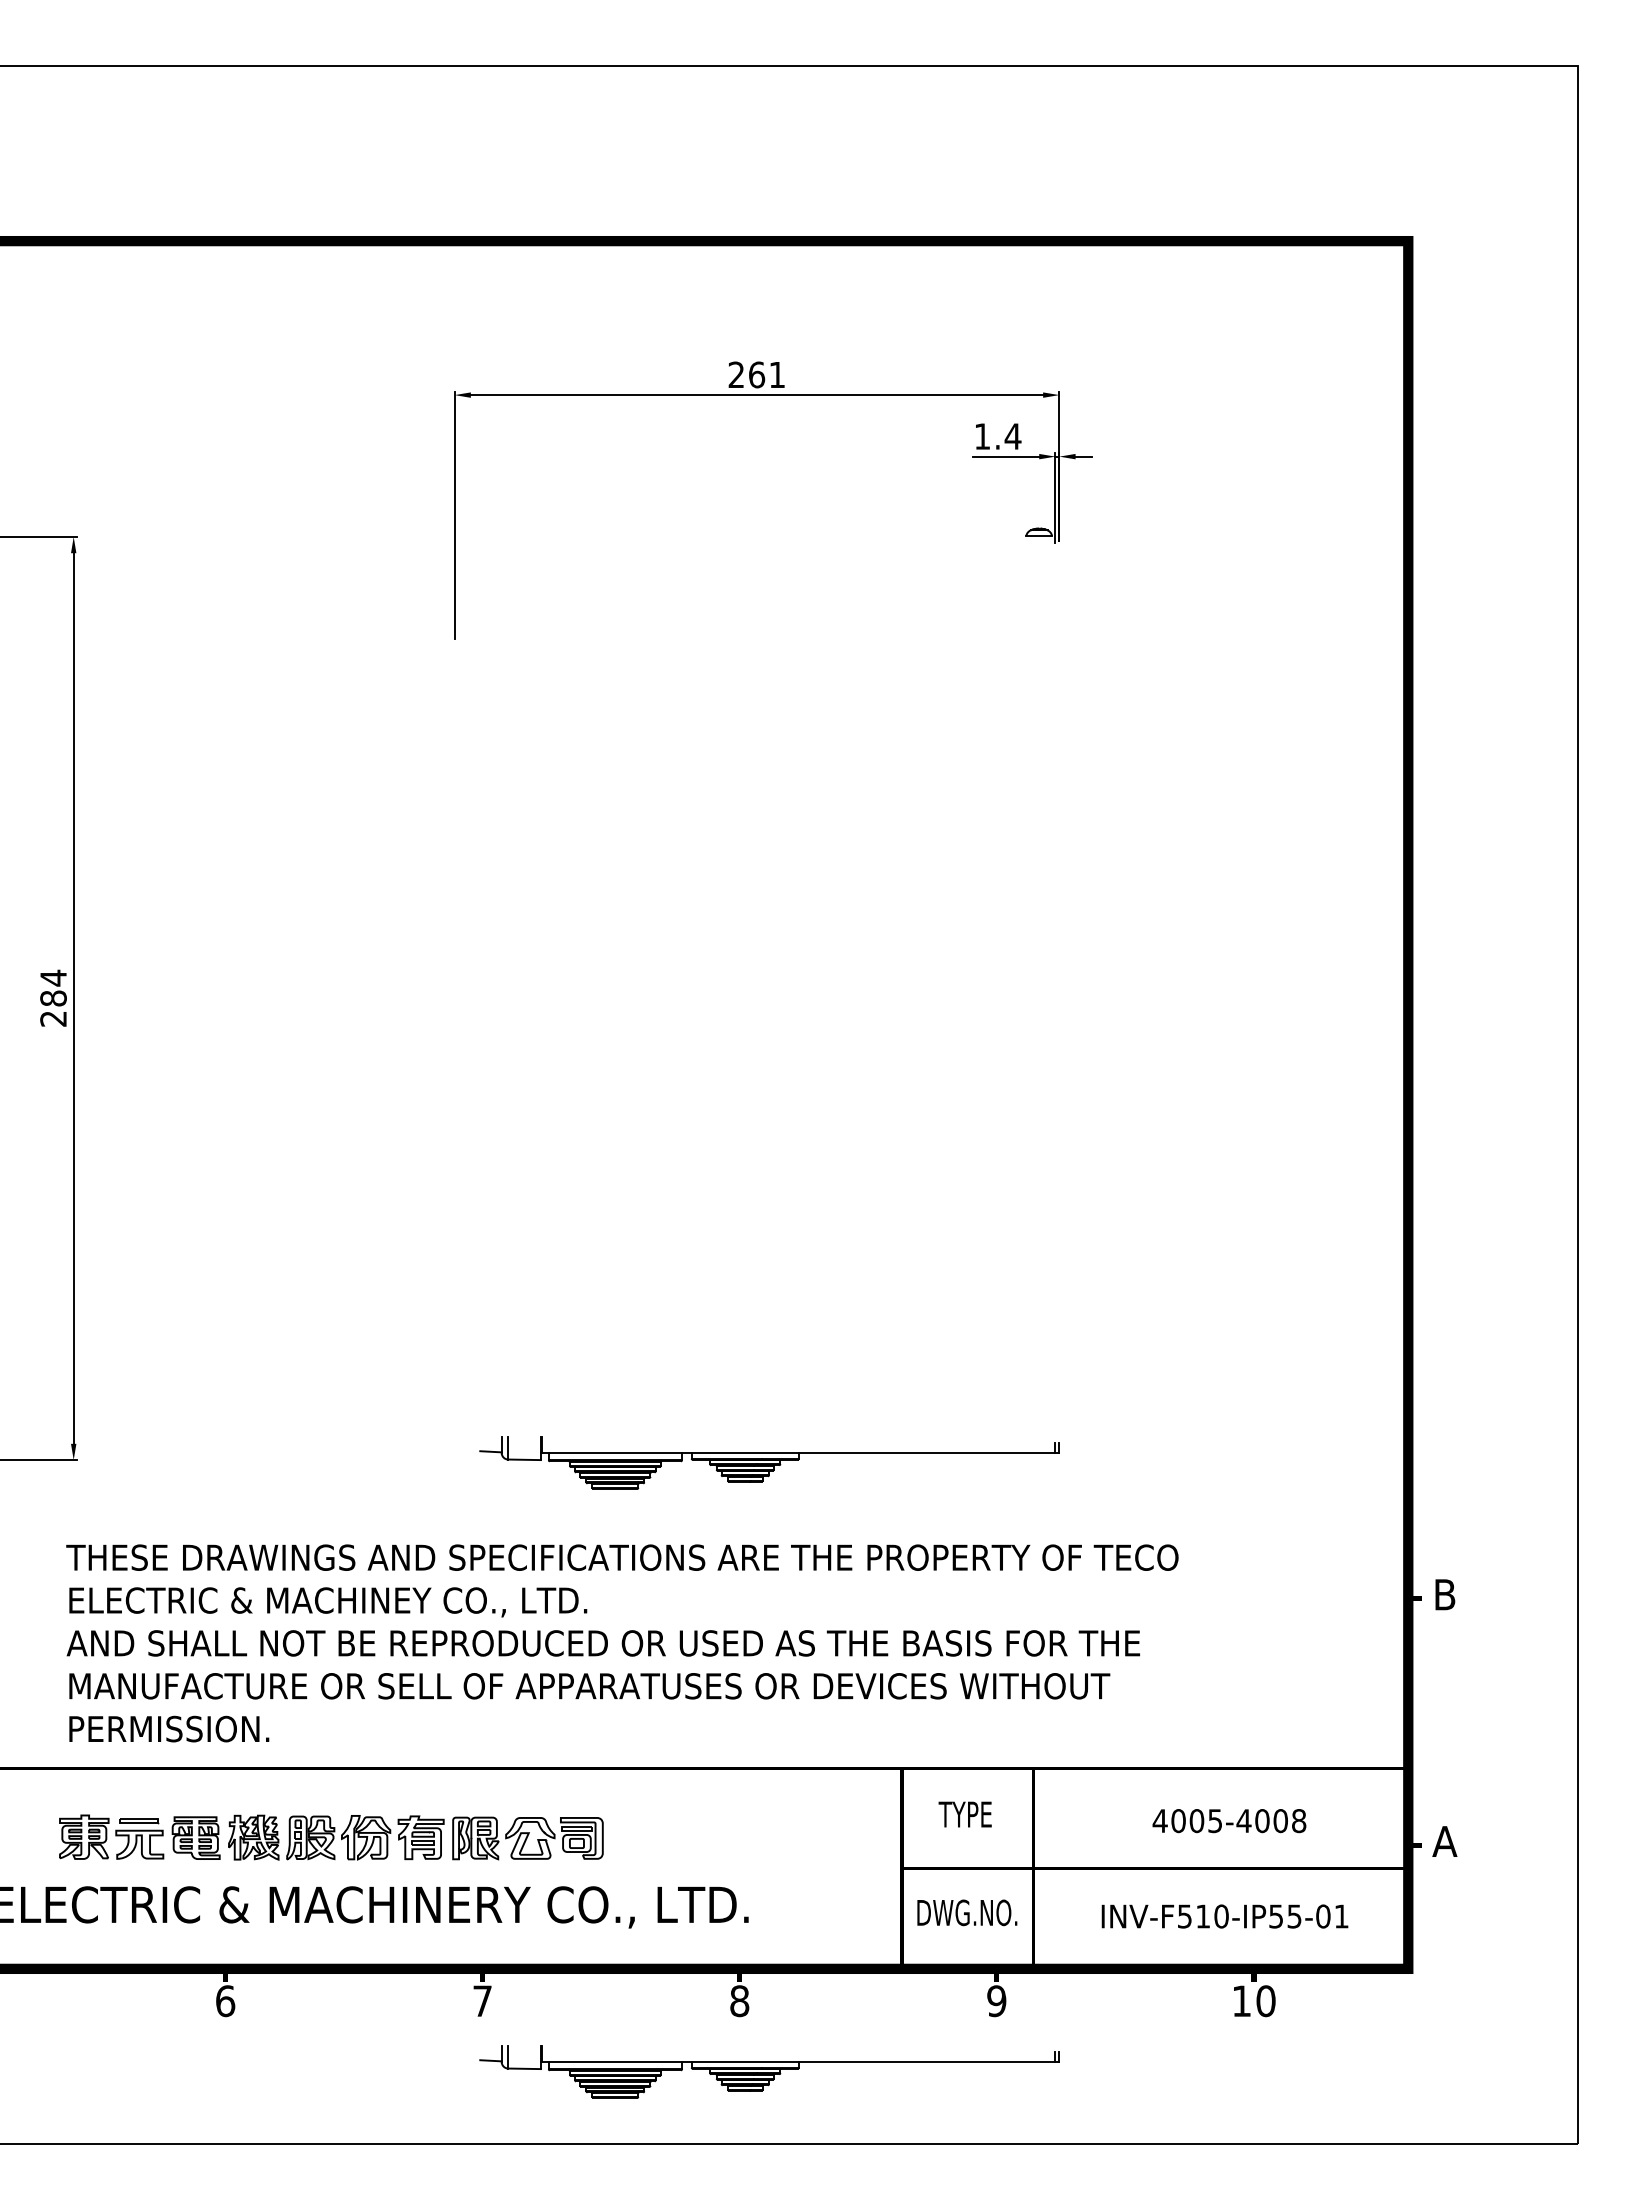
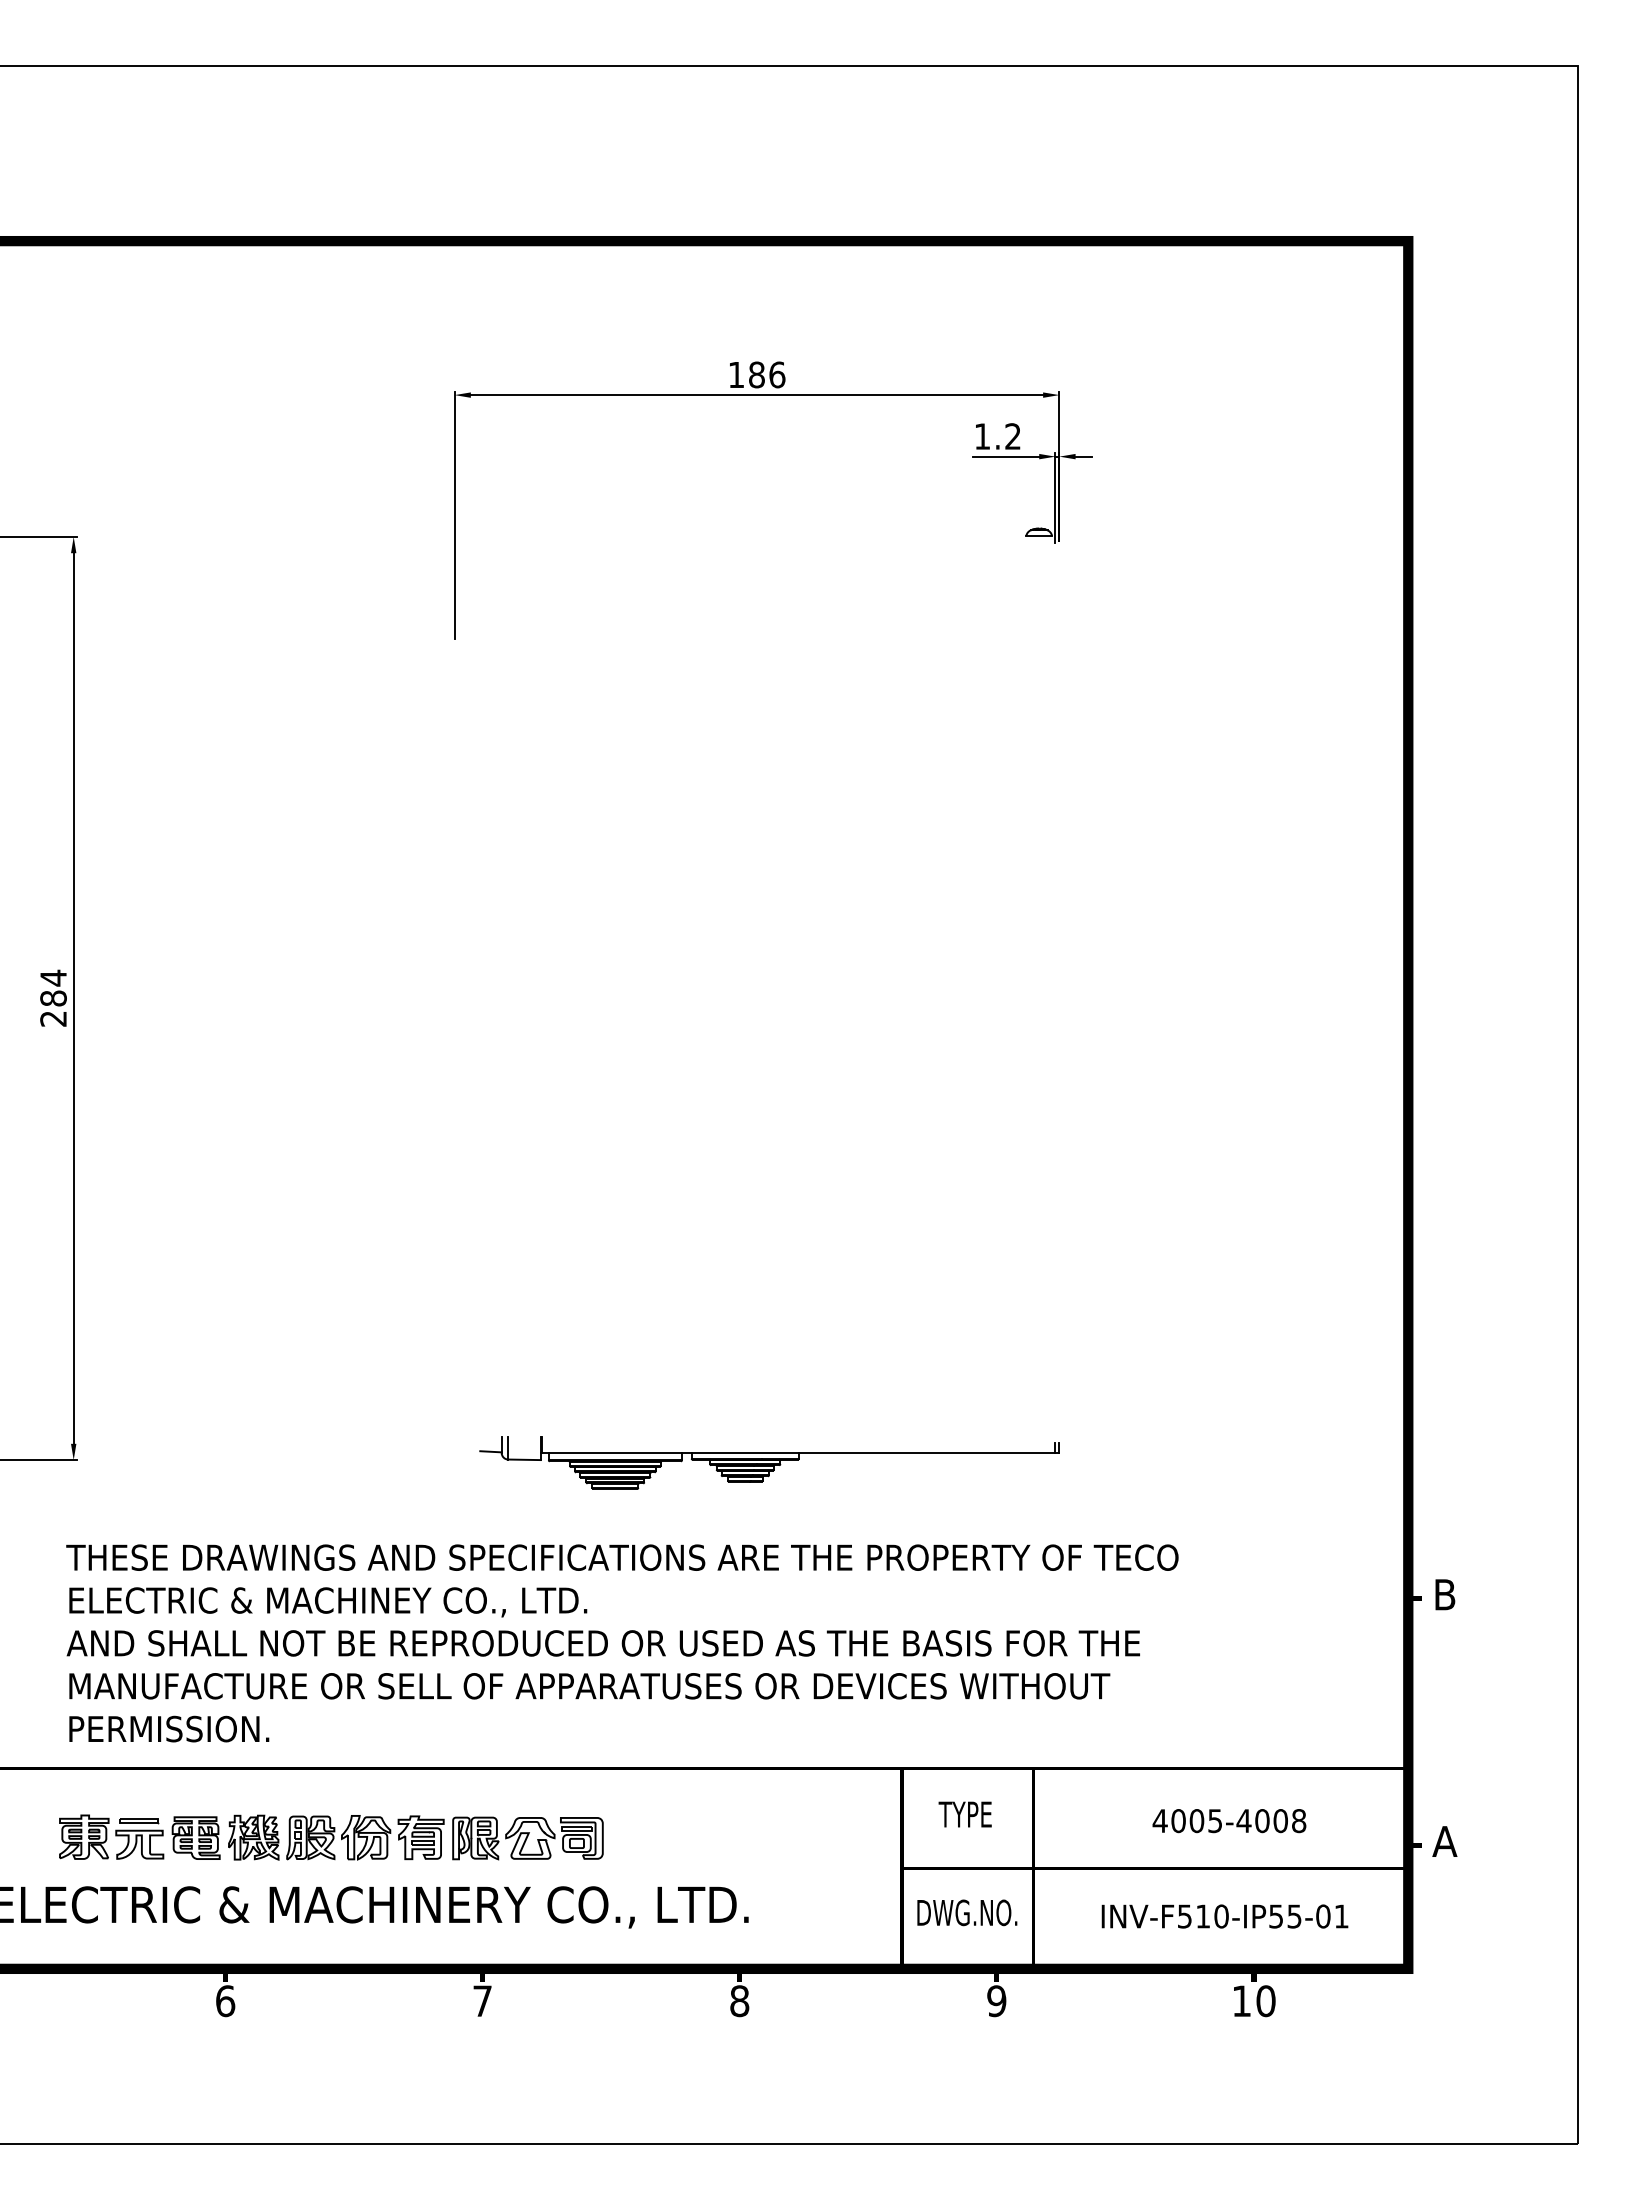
text at (756, 374): 261 -> 186
text at (1012, 436): 1.4 -> 1.2
part at (769, 2071): present -> none
